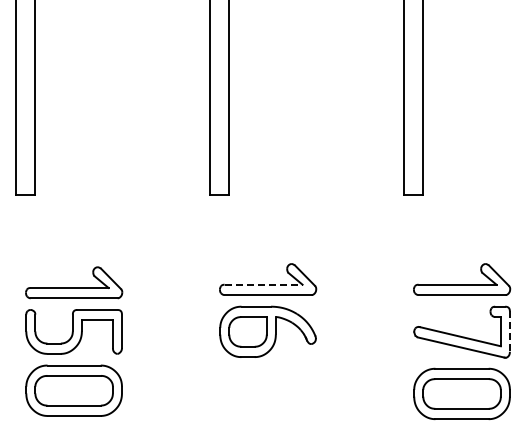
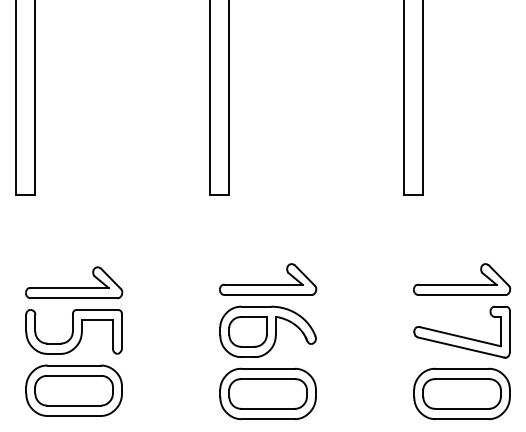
line at (263, 284): dashed -> solid
line at (509, 332): dashed -> solid
part at (267, 393): none -> present
